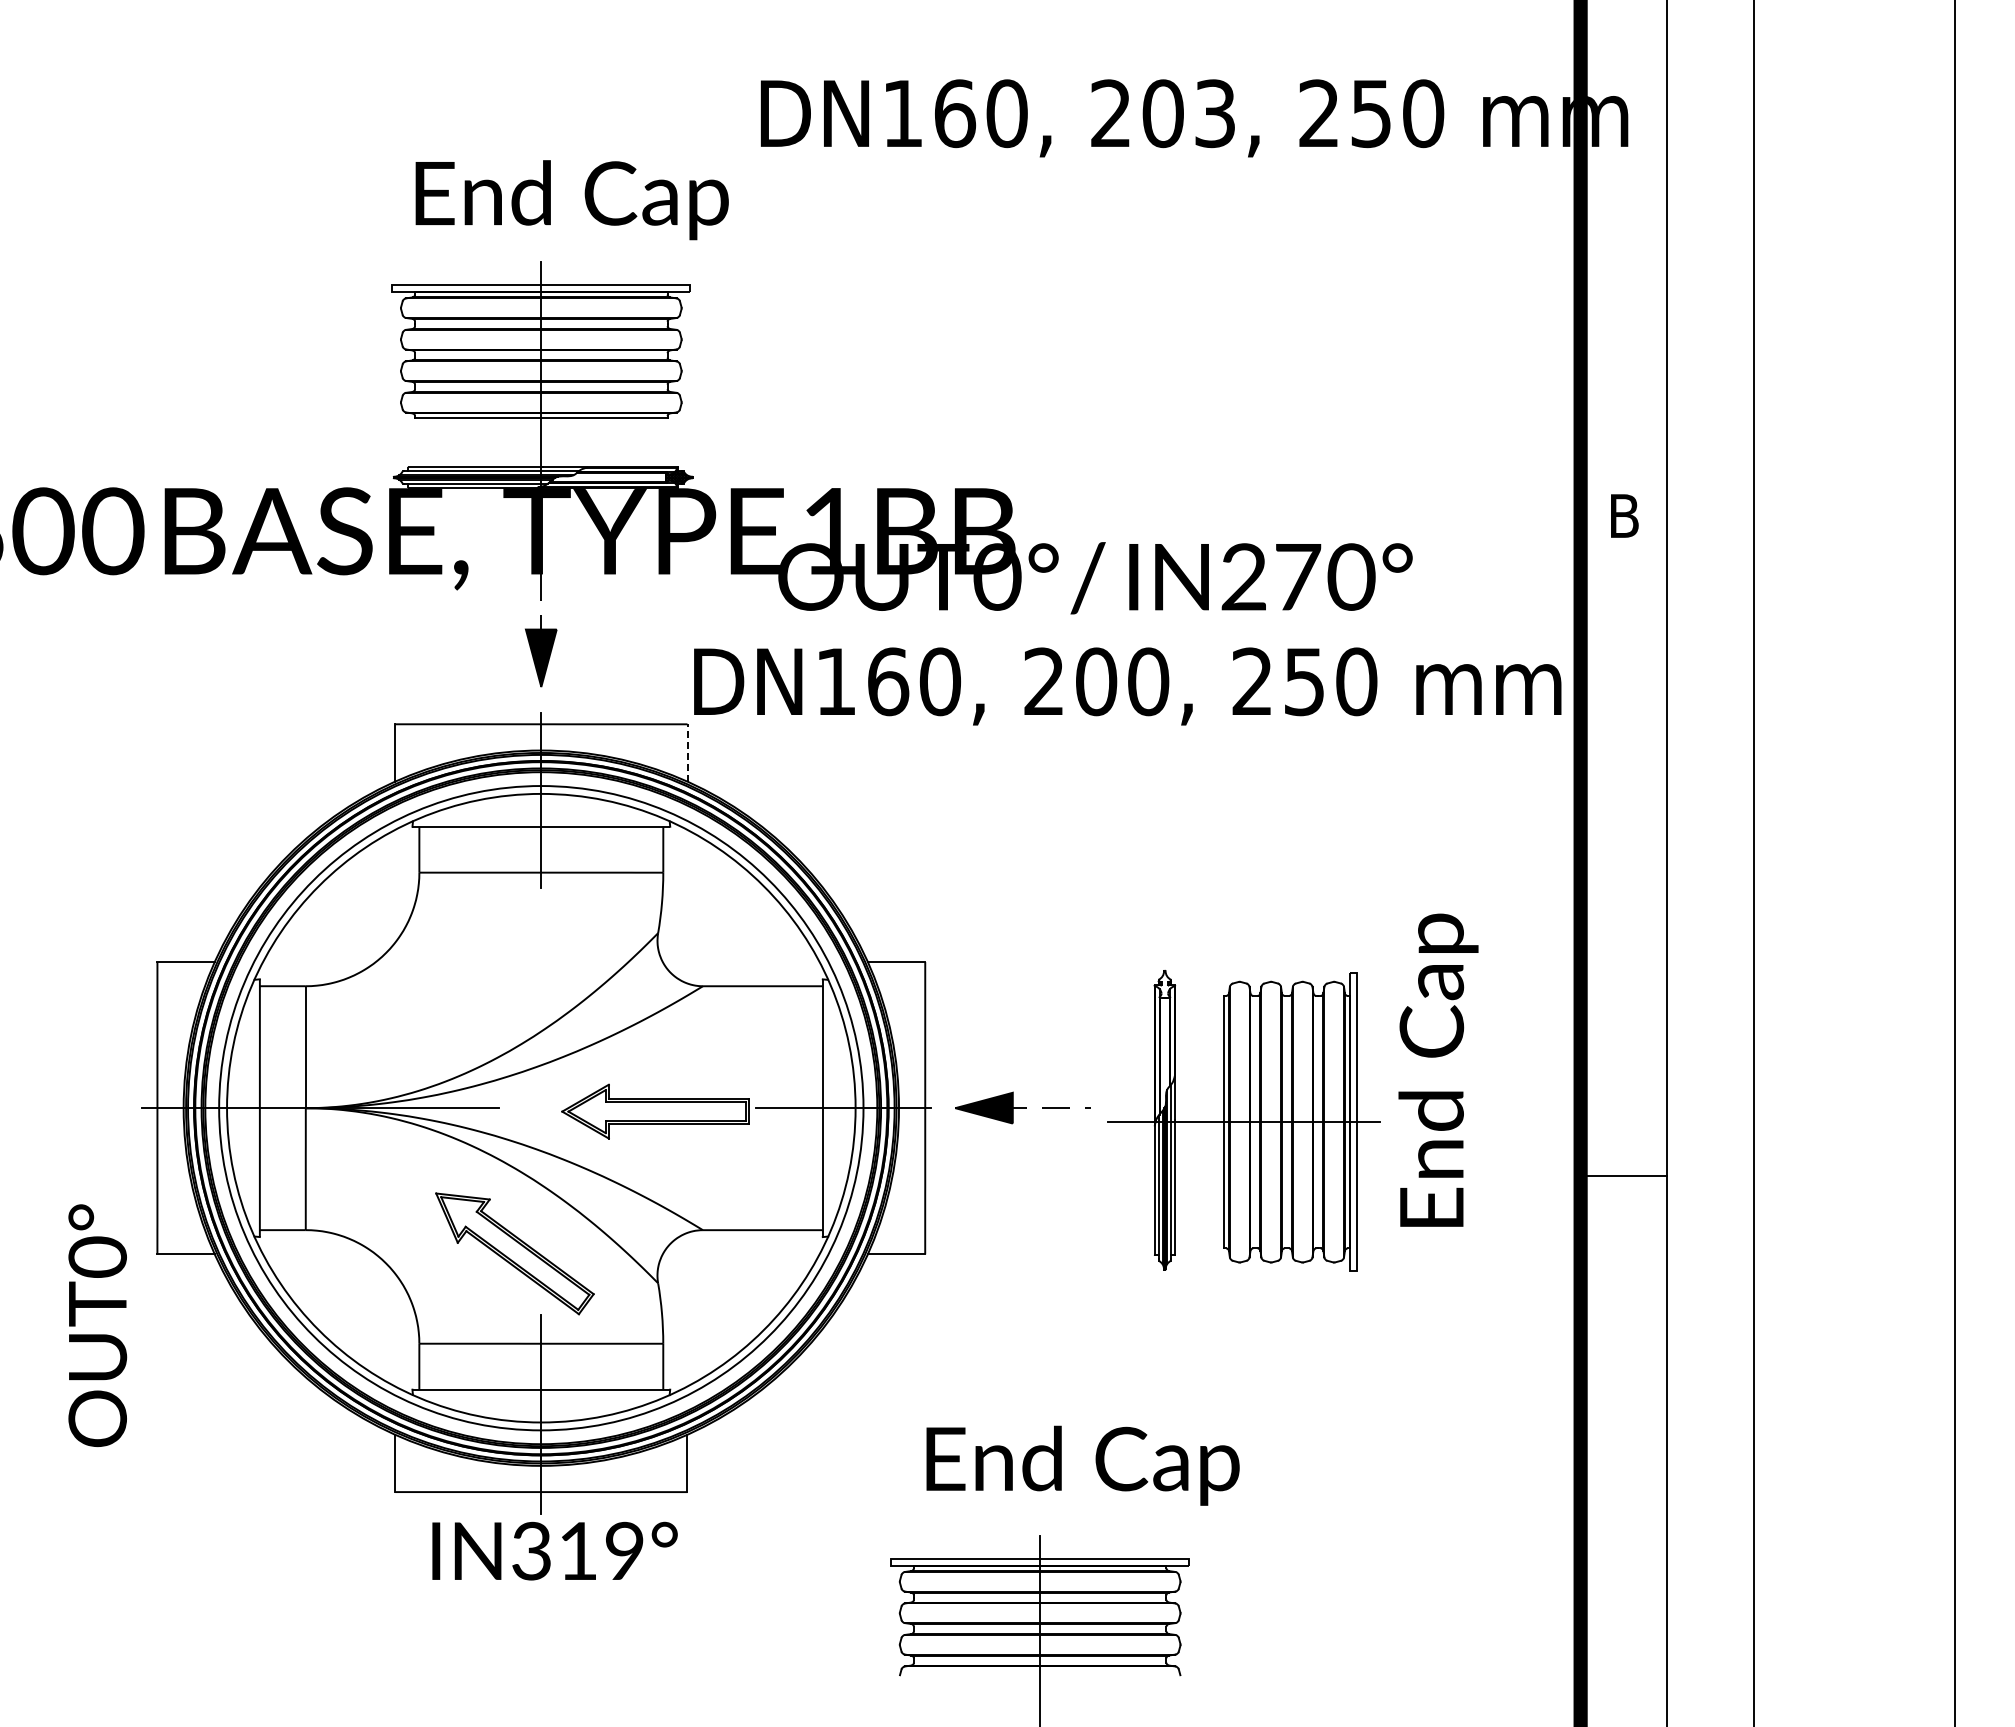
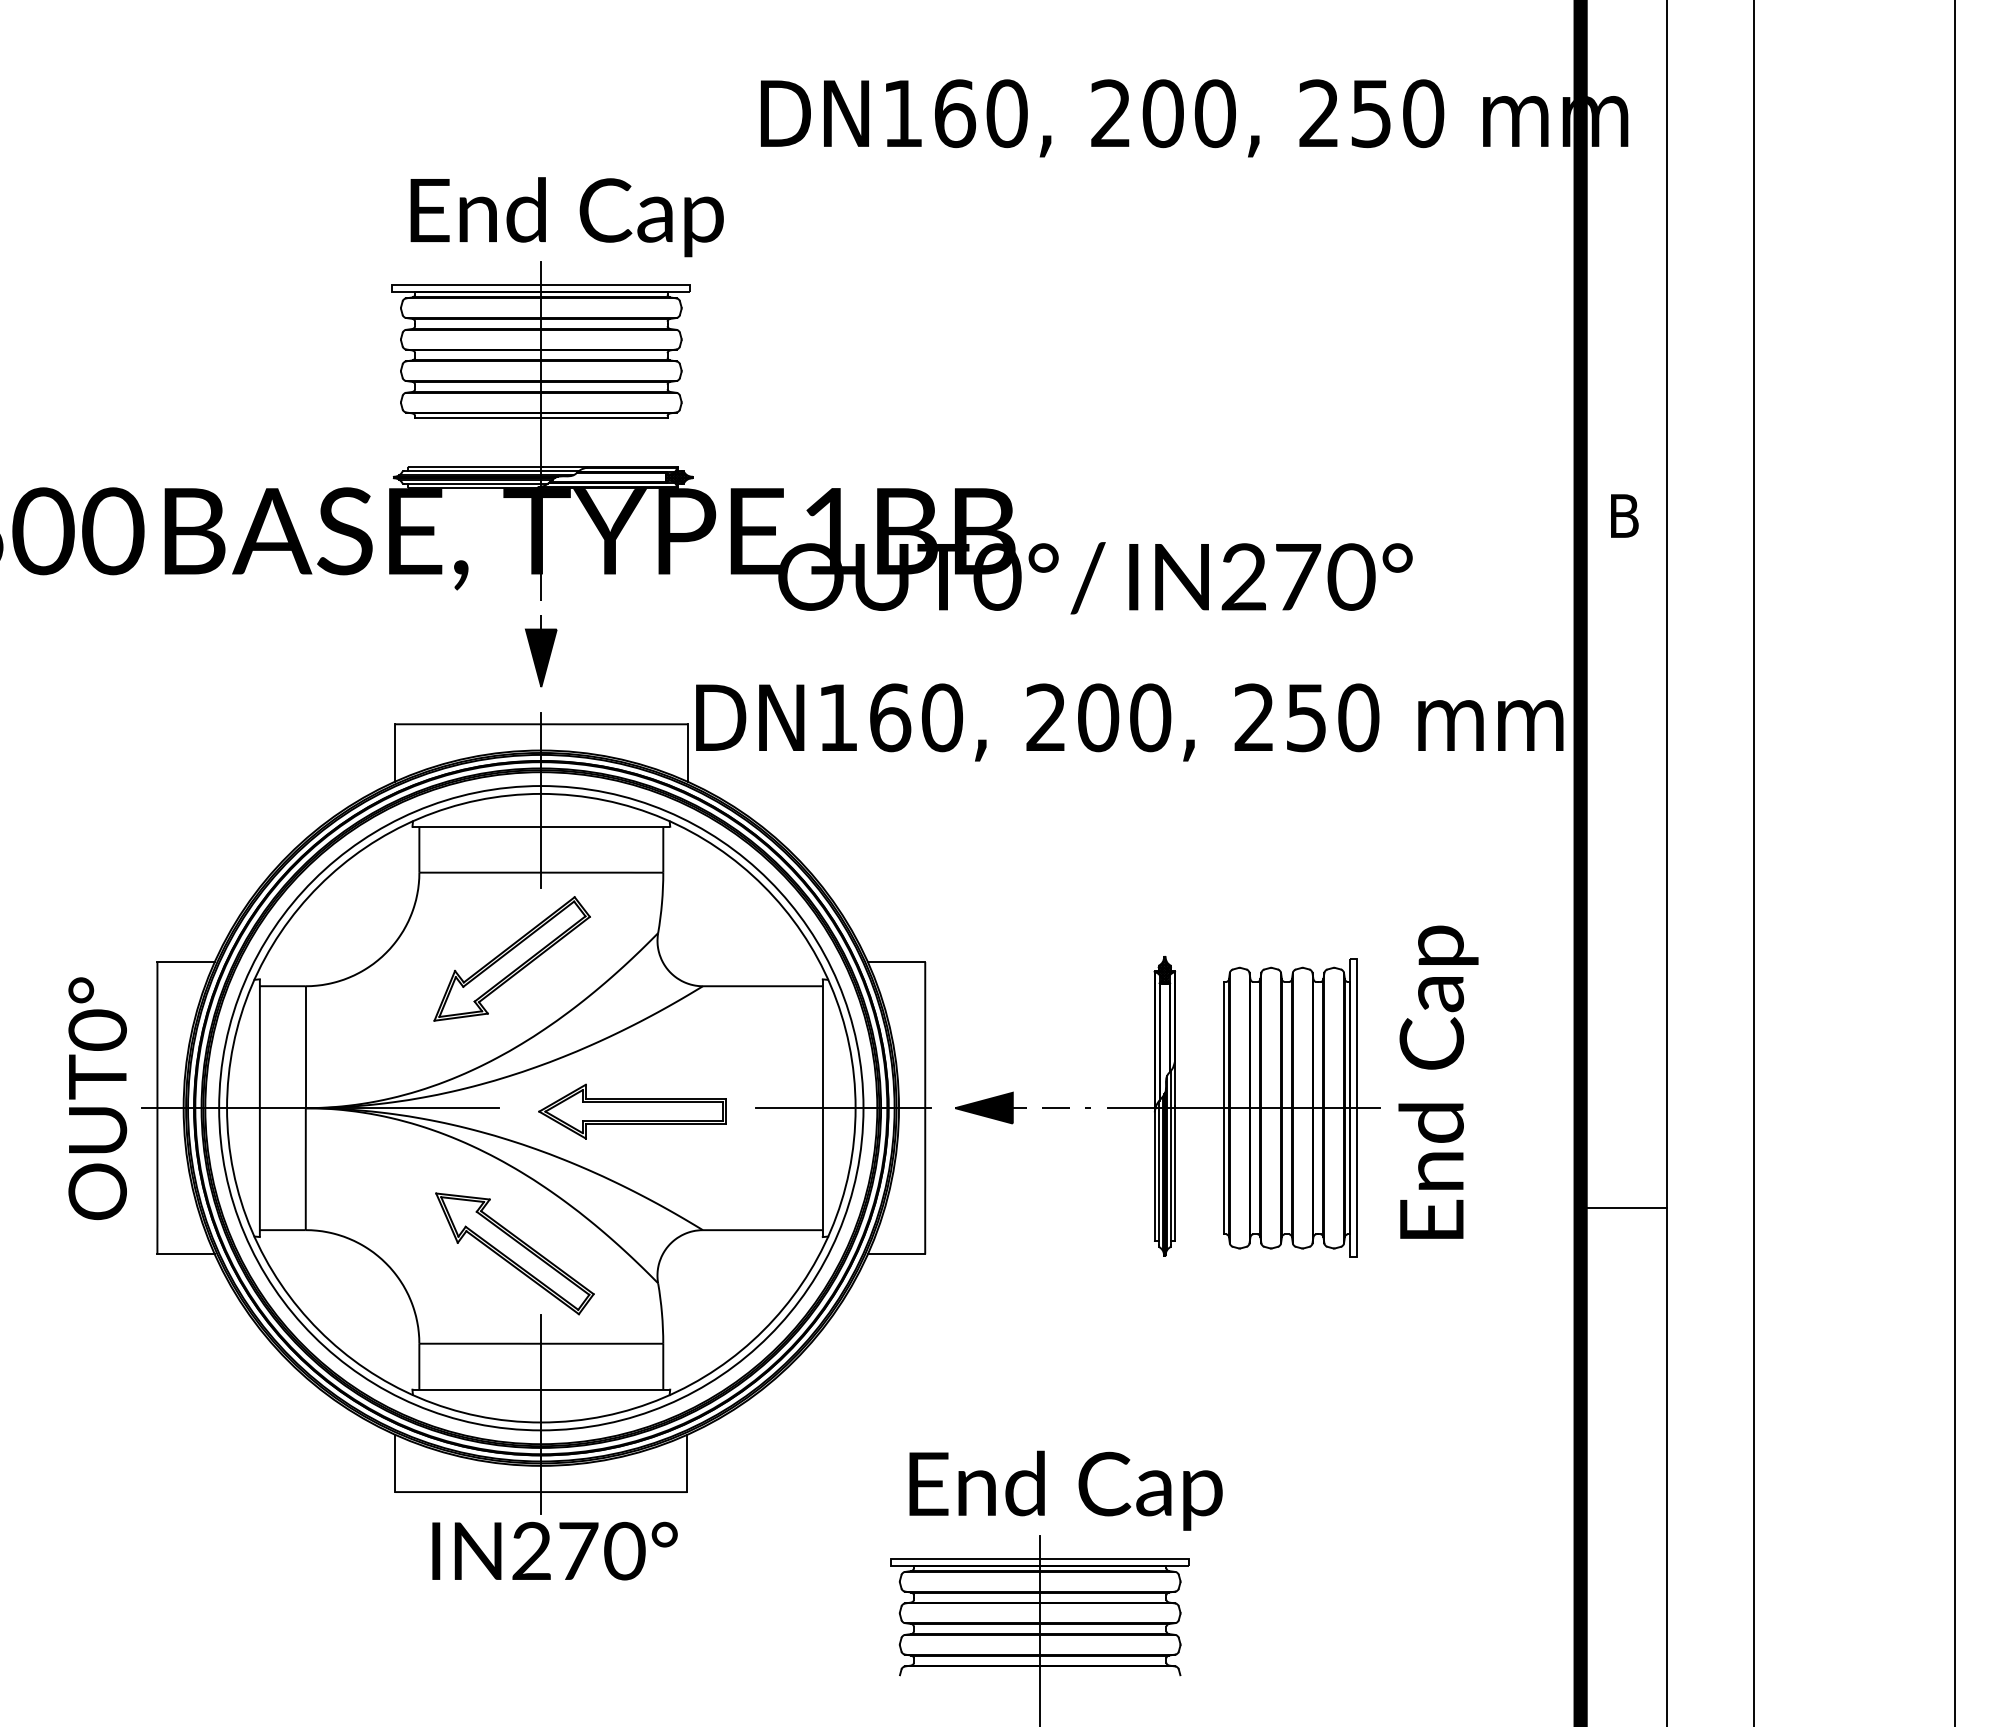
text at (1214, 113): 203, -> 200,
text at (571, 200) position: (571, 200) -> (566, 217)
text at (1127, 686) position: (1127, 686) -> (1129, 722)
line at (687, 753): dashed -> solid
part at (511, 958): none -> present
text at (1438, 1069) position: (1438, 1069) -> (1438, 1081)
part at (655, 1111) position: (655, 1111) -> (632, 1111)
part at (1243, 1120) position: (1243, 1120) -> (1243, 1106)
line at (1623, 1175) position: (1623, 1175) -> (1623, 1207)
text at (97, 1325) position: (97, 1325) -> (97, 1098)
text at (1082, 1465) position: (1082, 1465) -> (1065, 1490)
text at (578, 1551): IN319° -> IN270°
